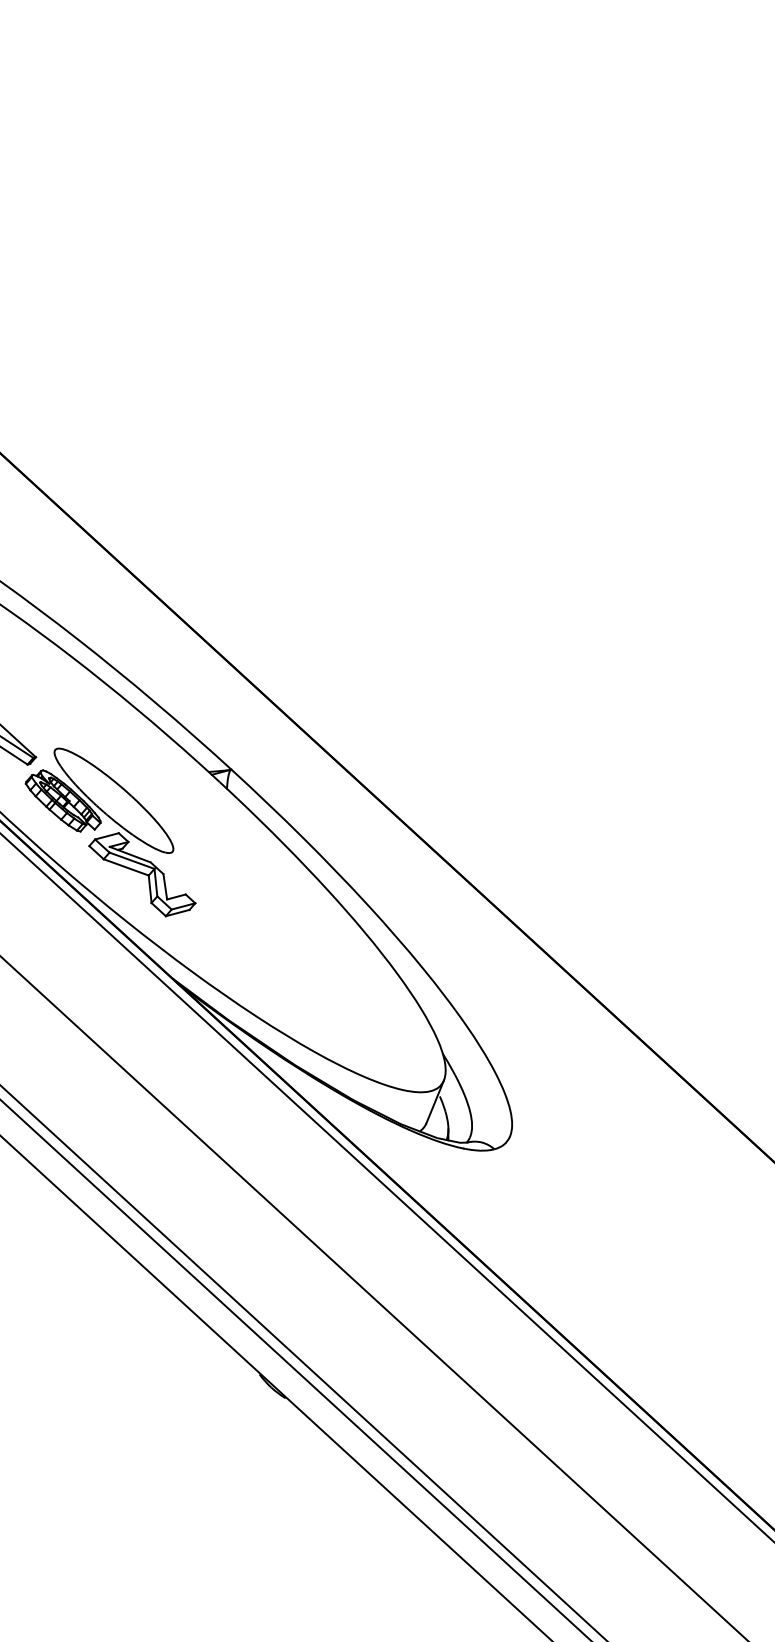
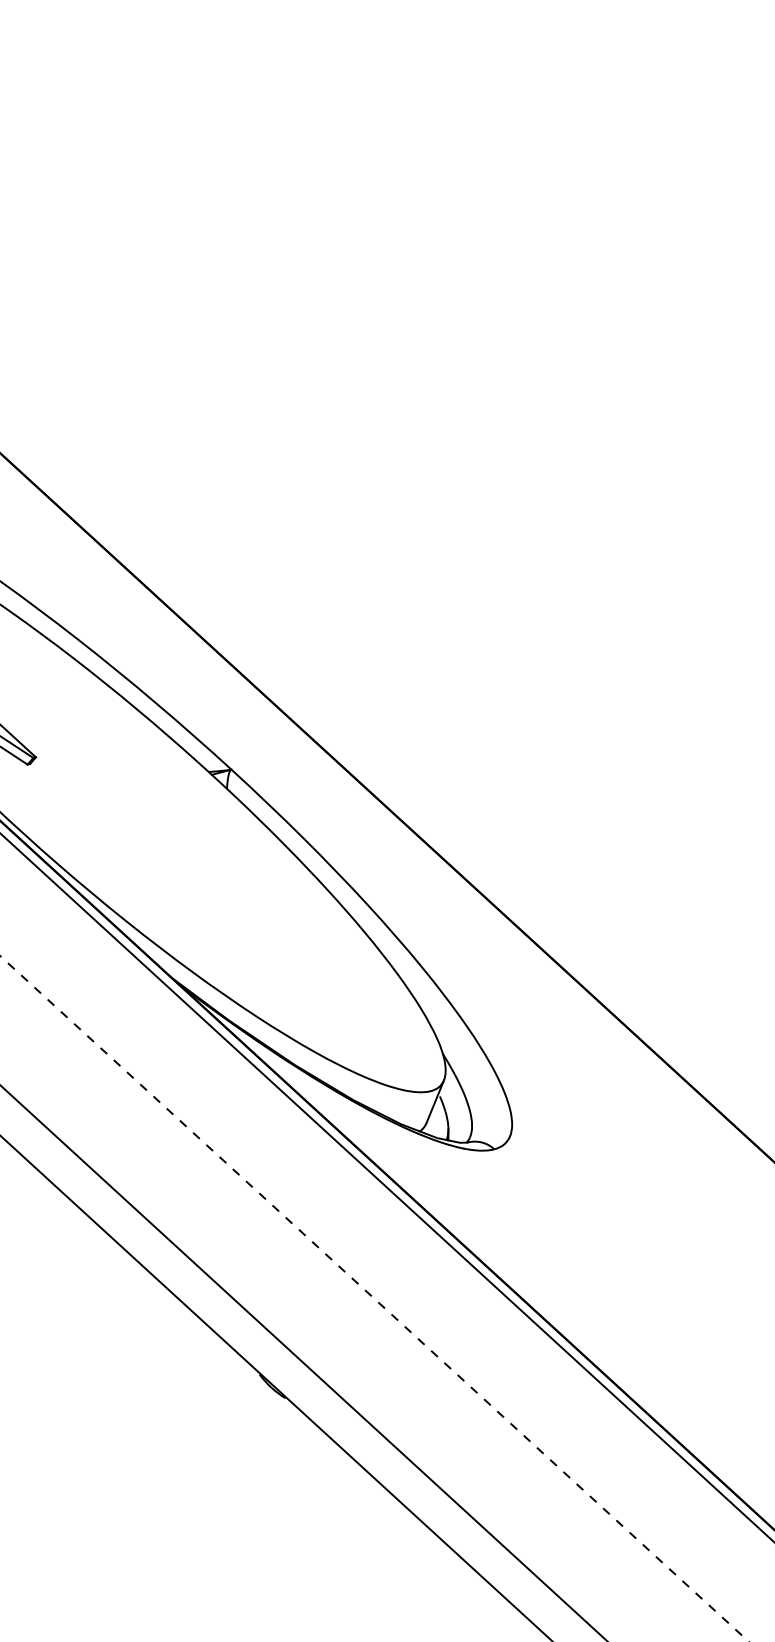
part at (110, 832): present -> none
line at (374, 1299): solid -> dashed
line at (295, 1369): present -> none
